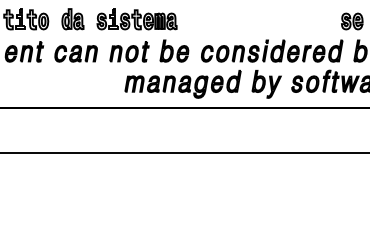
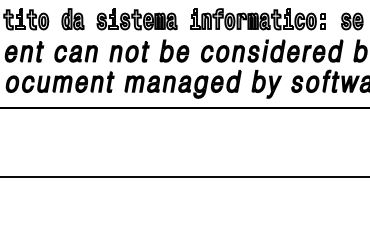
part at (257, 19): none -> present
part at (59, 81): none -> present
line at (184, 153) position: (184, 153) -> (184, 177)
